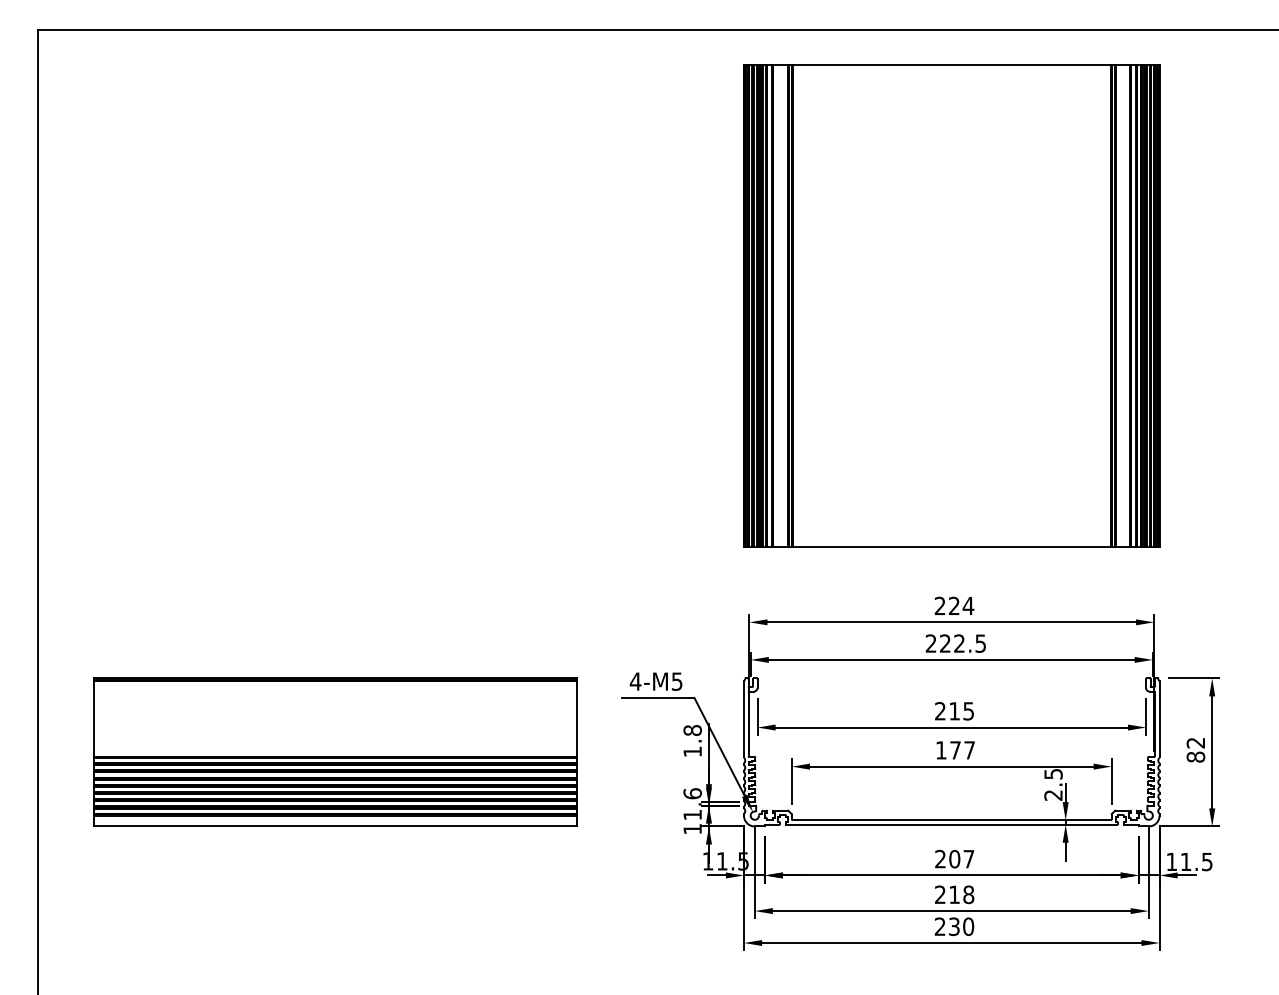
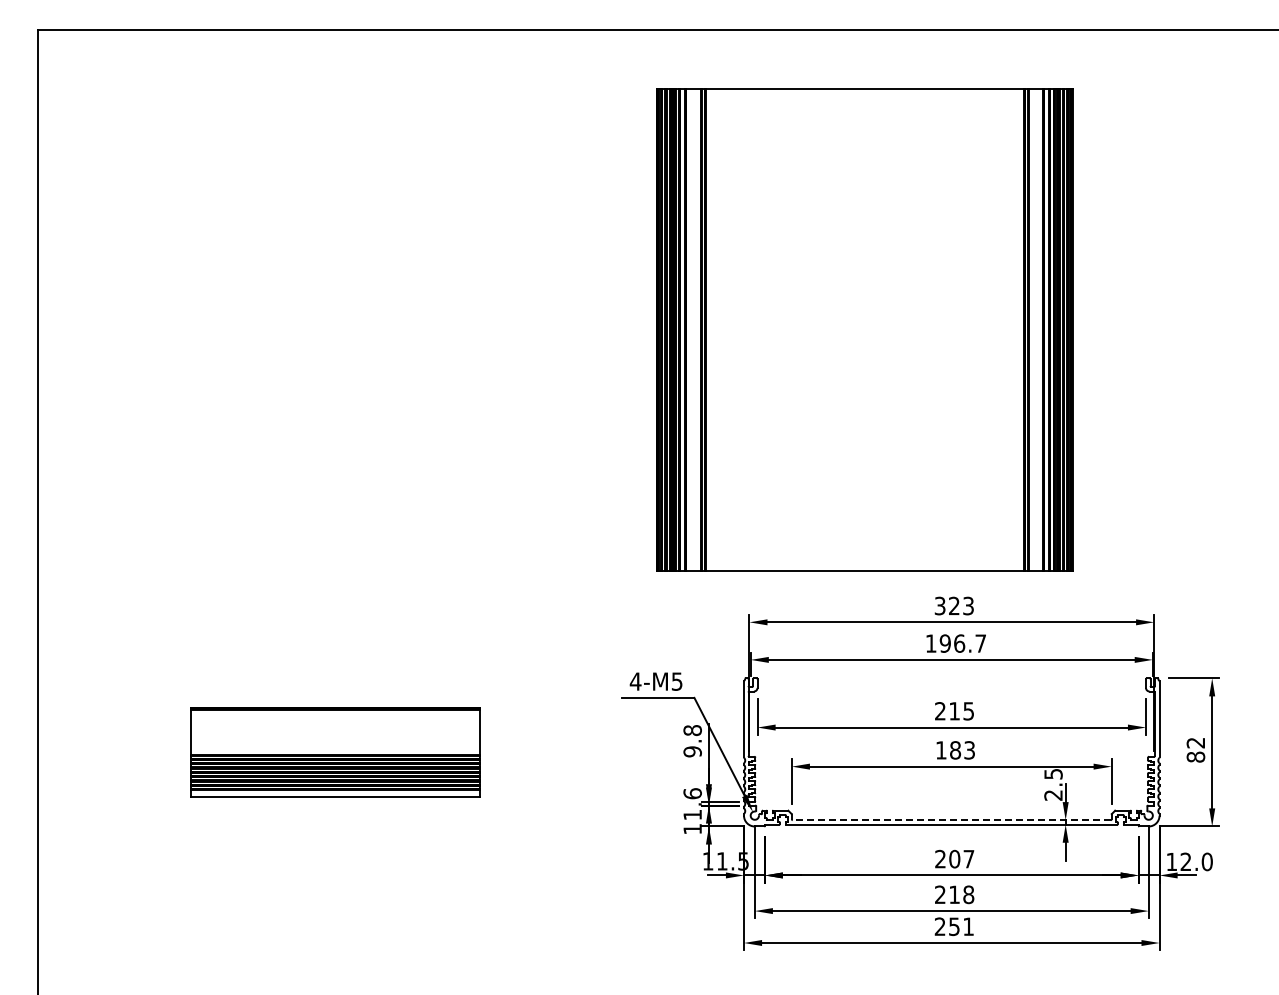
part at (951, 305) position: (951, 305) -> (864, 329)
text at (954, 605): 224 -> 323
text at (955, 643): 222.5 -> 196.7
text at (962, 750): 177 -> 183
part at (335, 751) size: 485x150 px -> 291x91 px
text at (692, 751): 1.8 -> 9.8
line at (951, 820): solid -> dashed
text at (1196, 861): 11.5 -> 12.0
text at (961, 926): 230 -> 251
